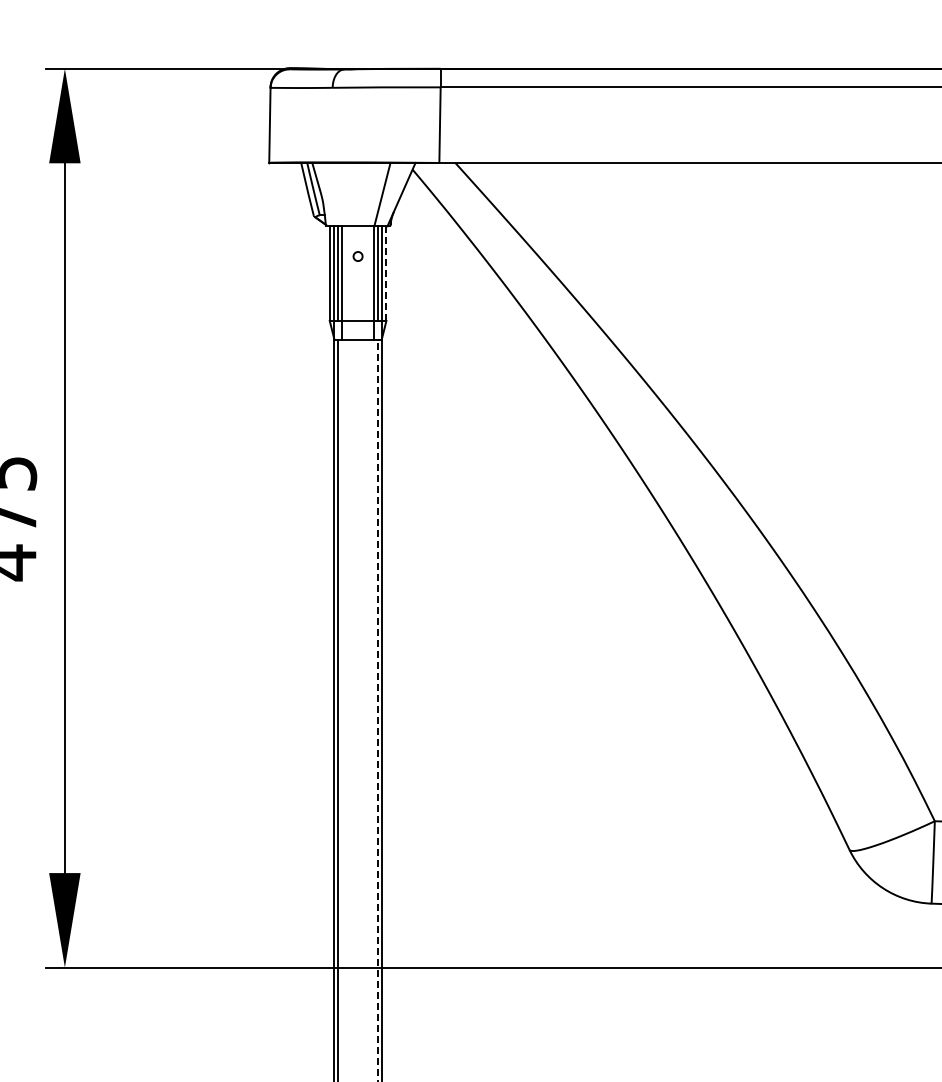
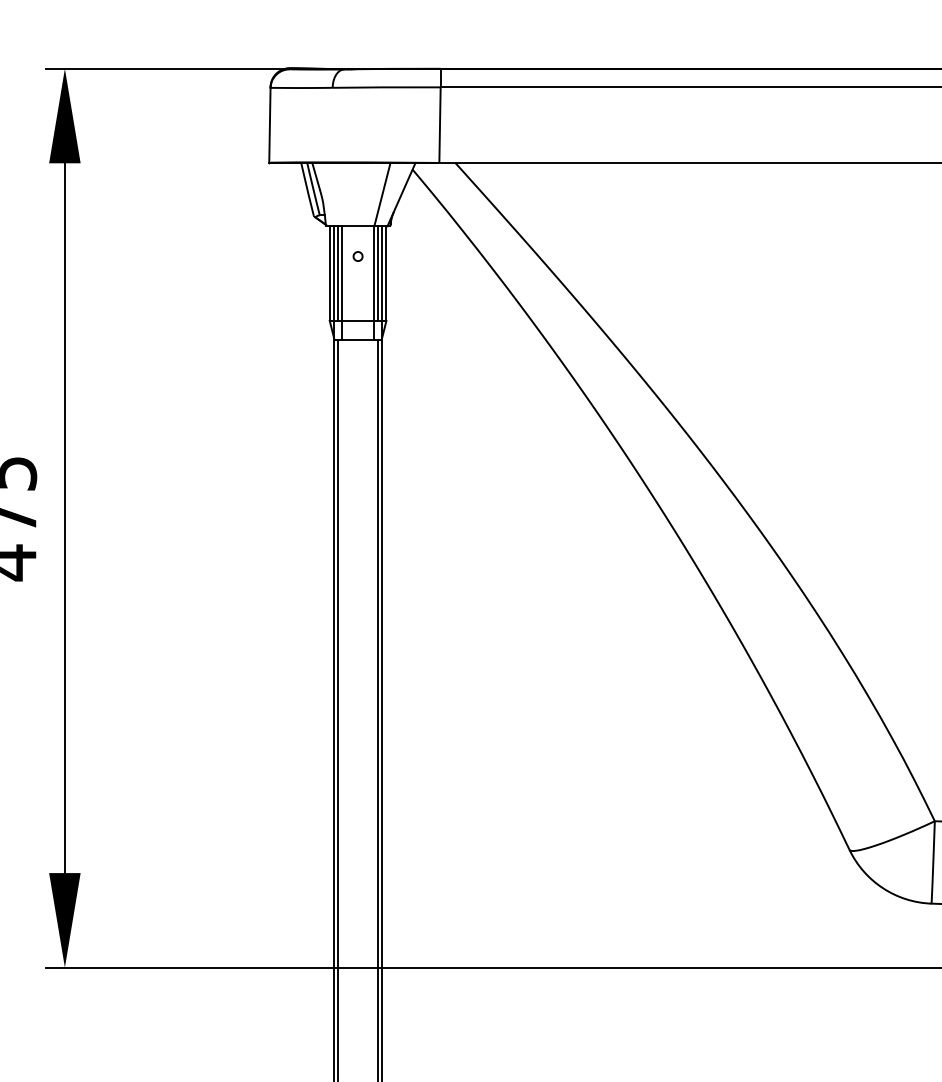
line at (386, 273): dashed -> solid
line at (377, 710): dashed -> solid
